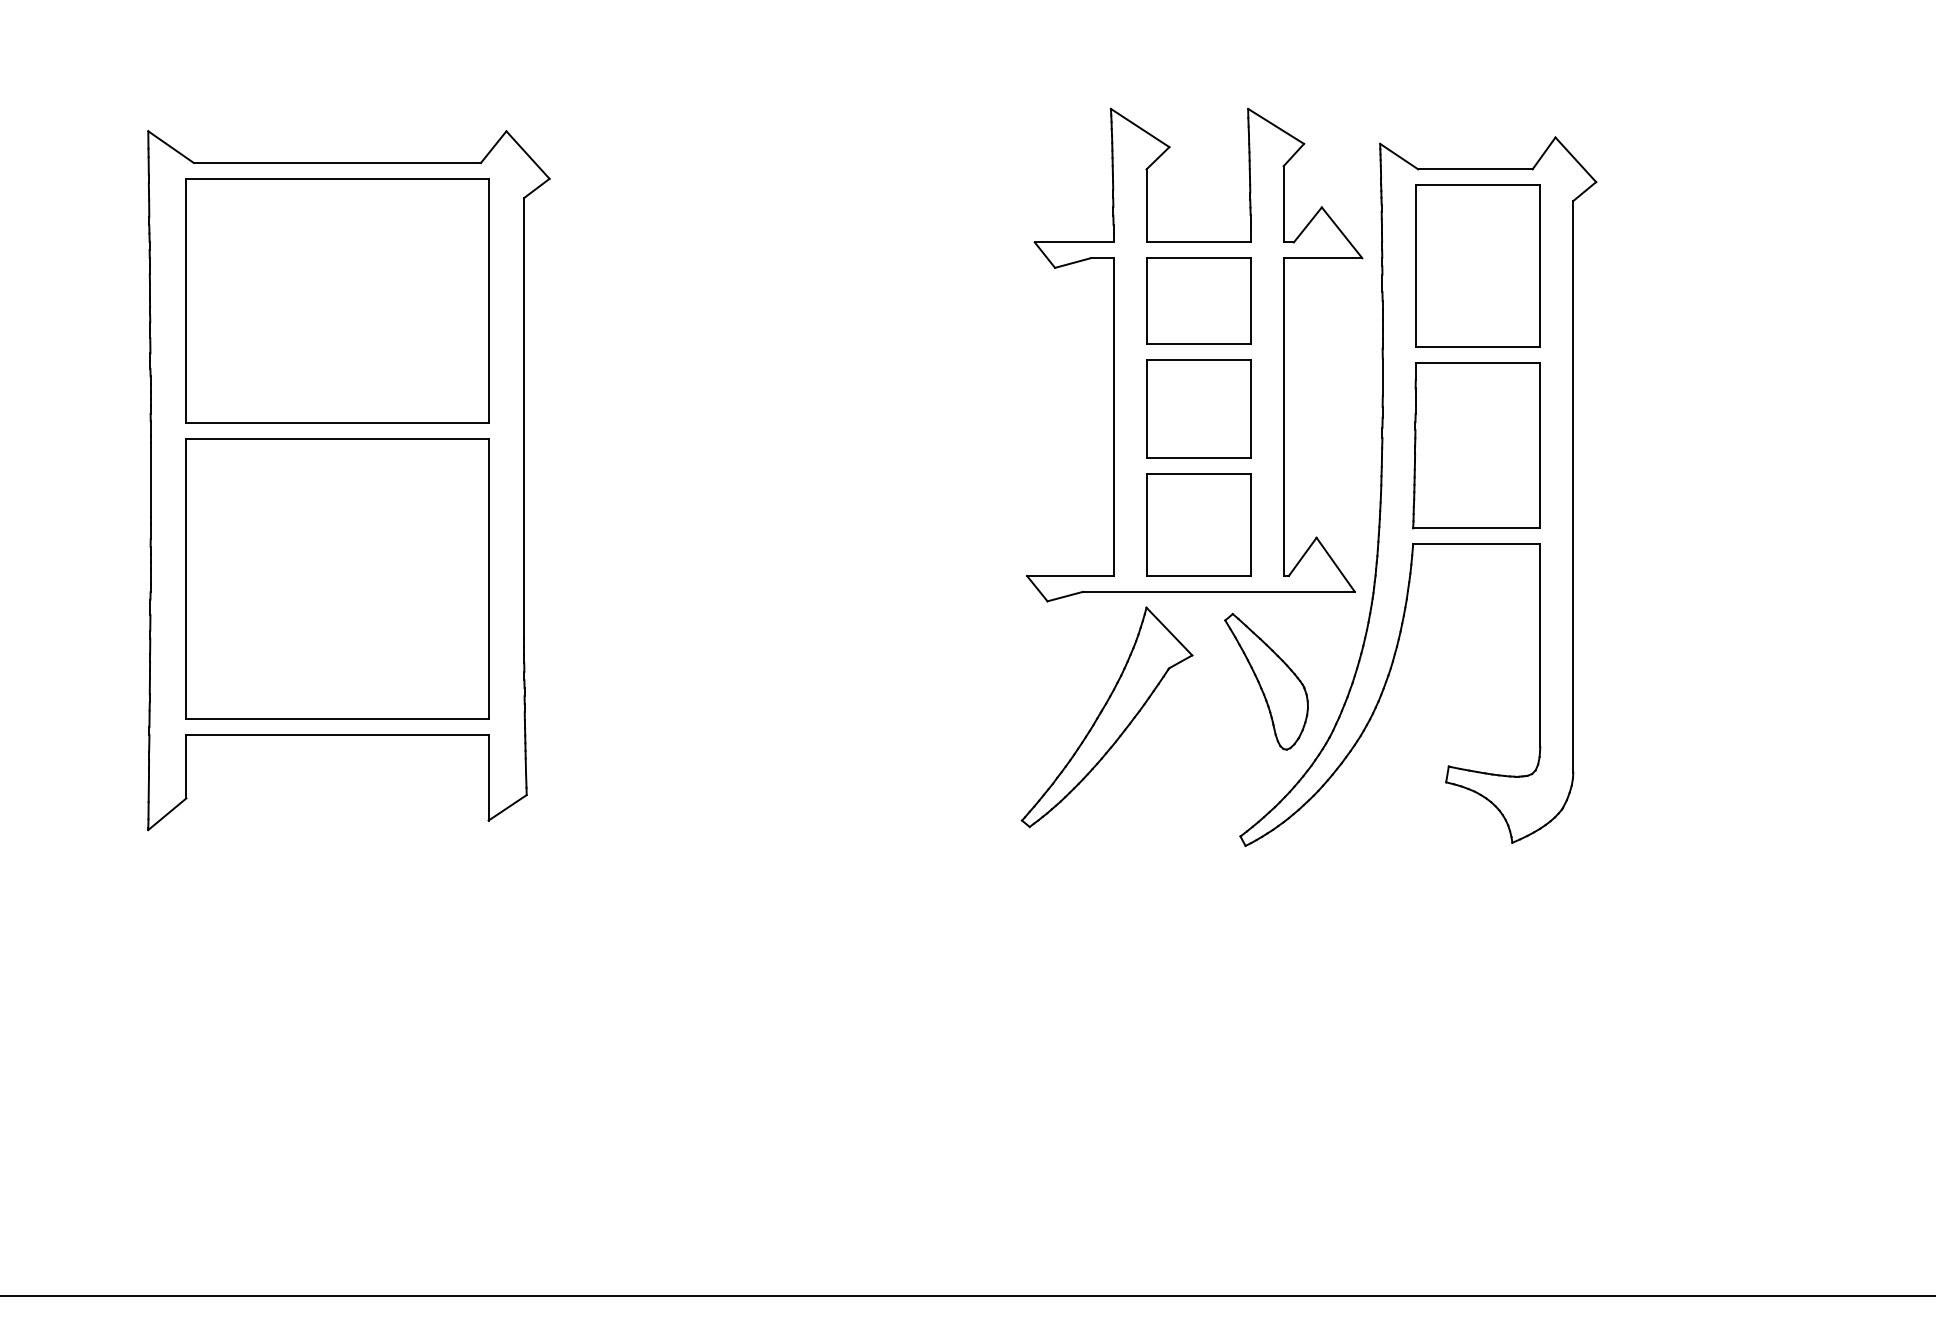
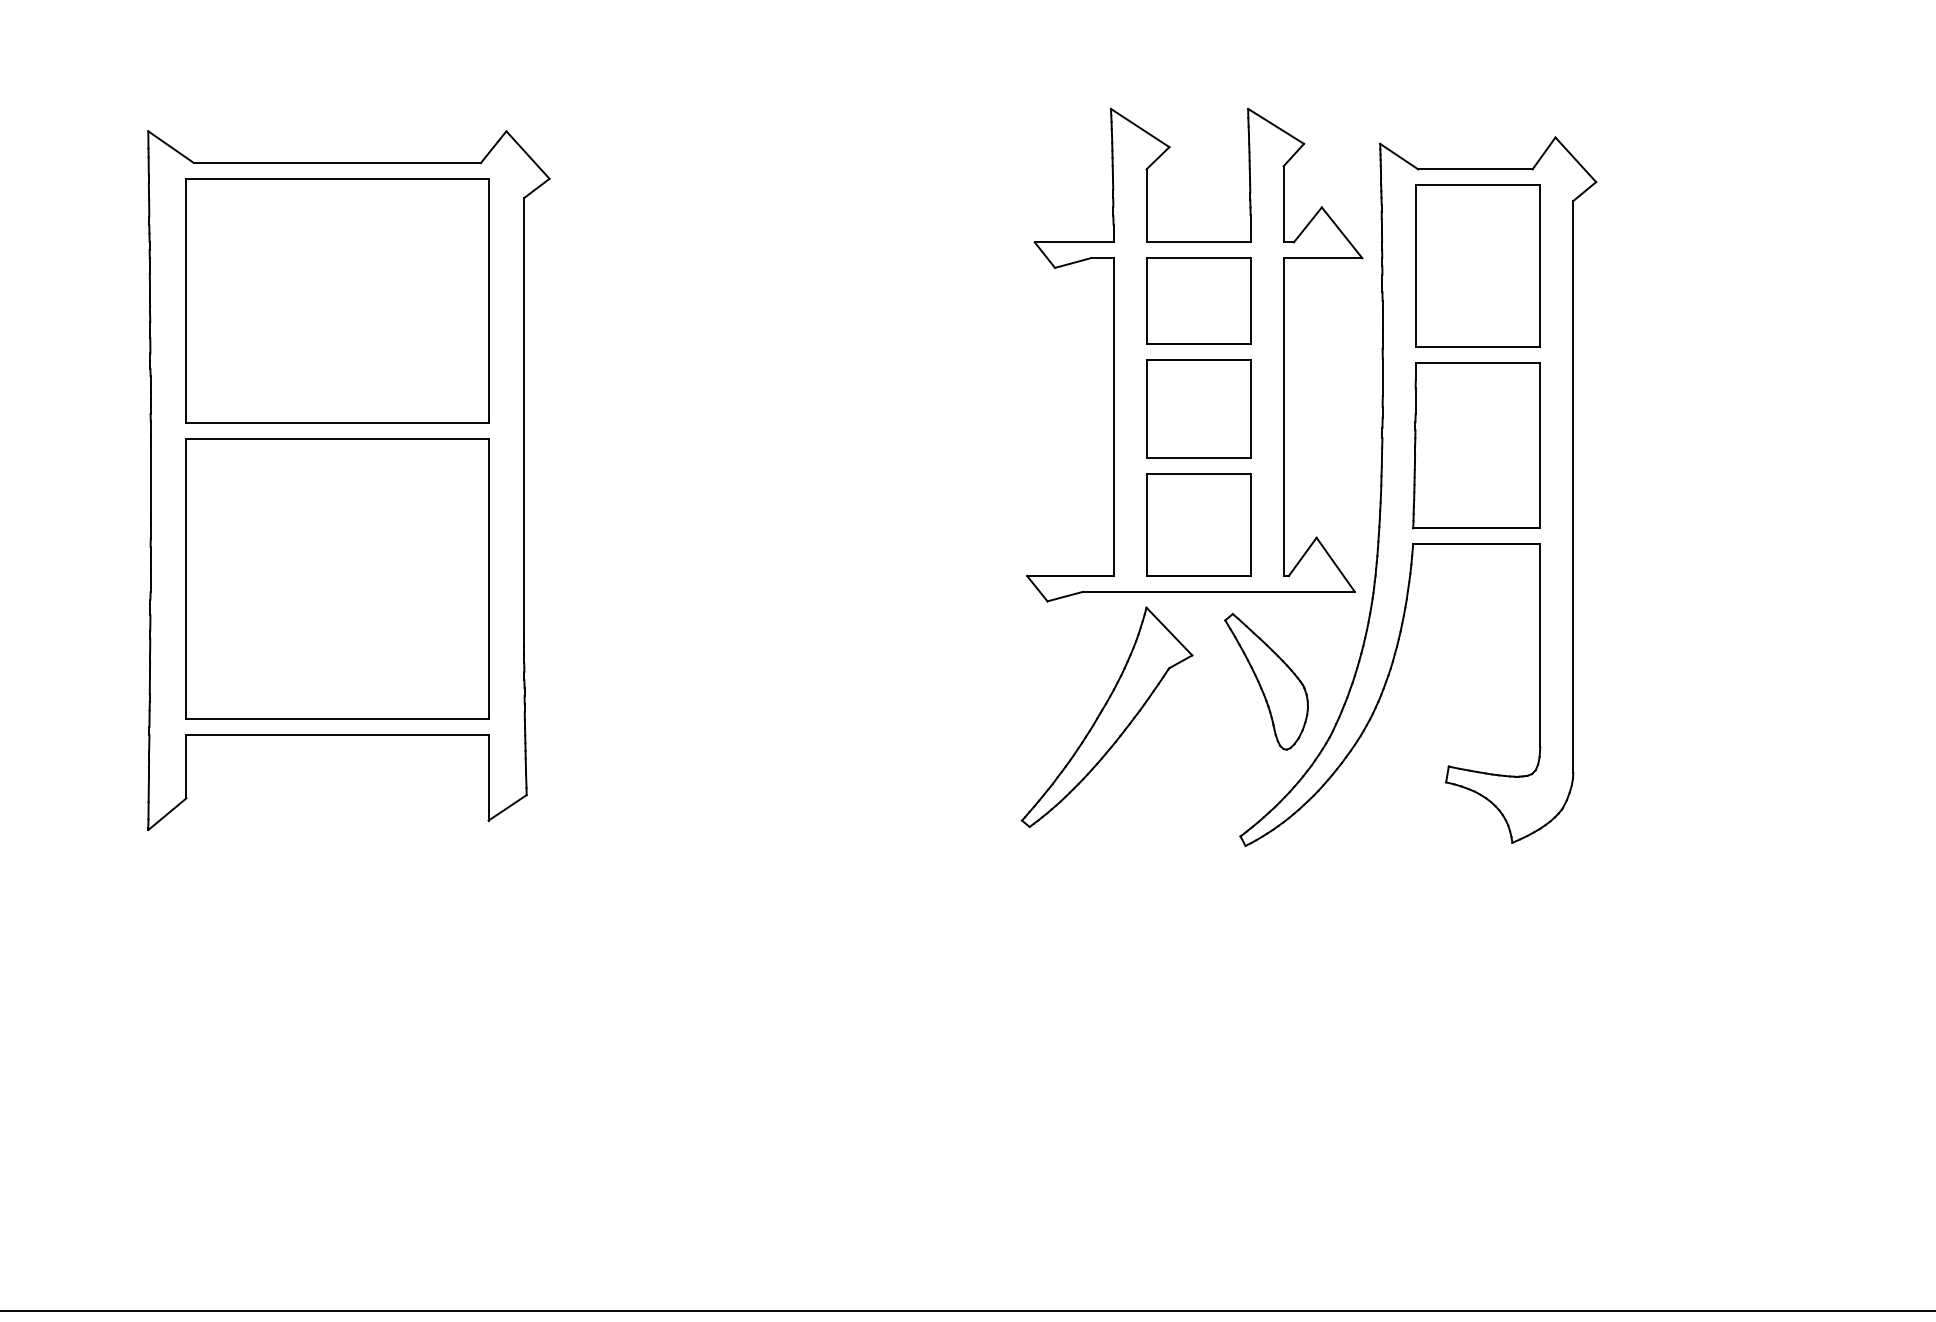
line at (967, 1296) position: (967, 1296) -> (967, 1311)
